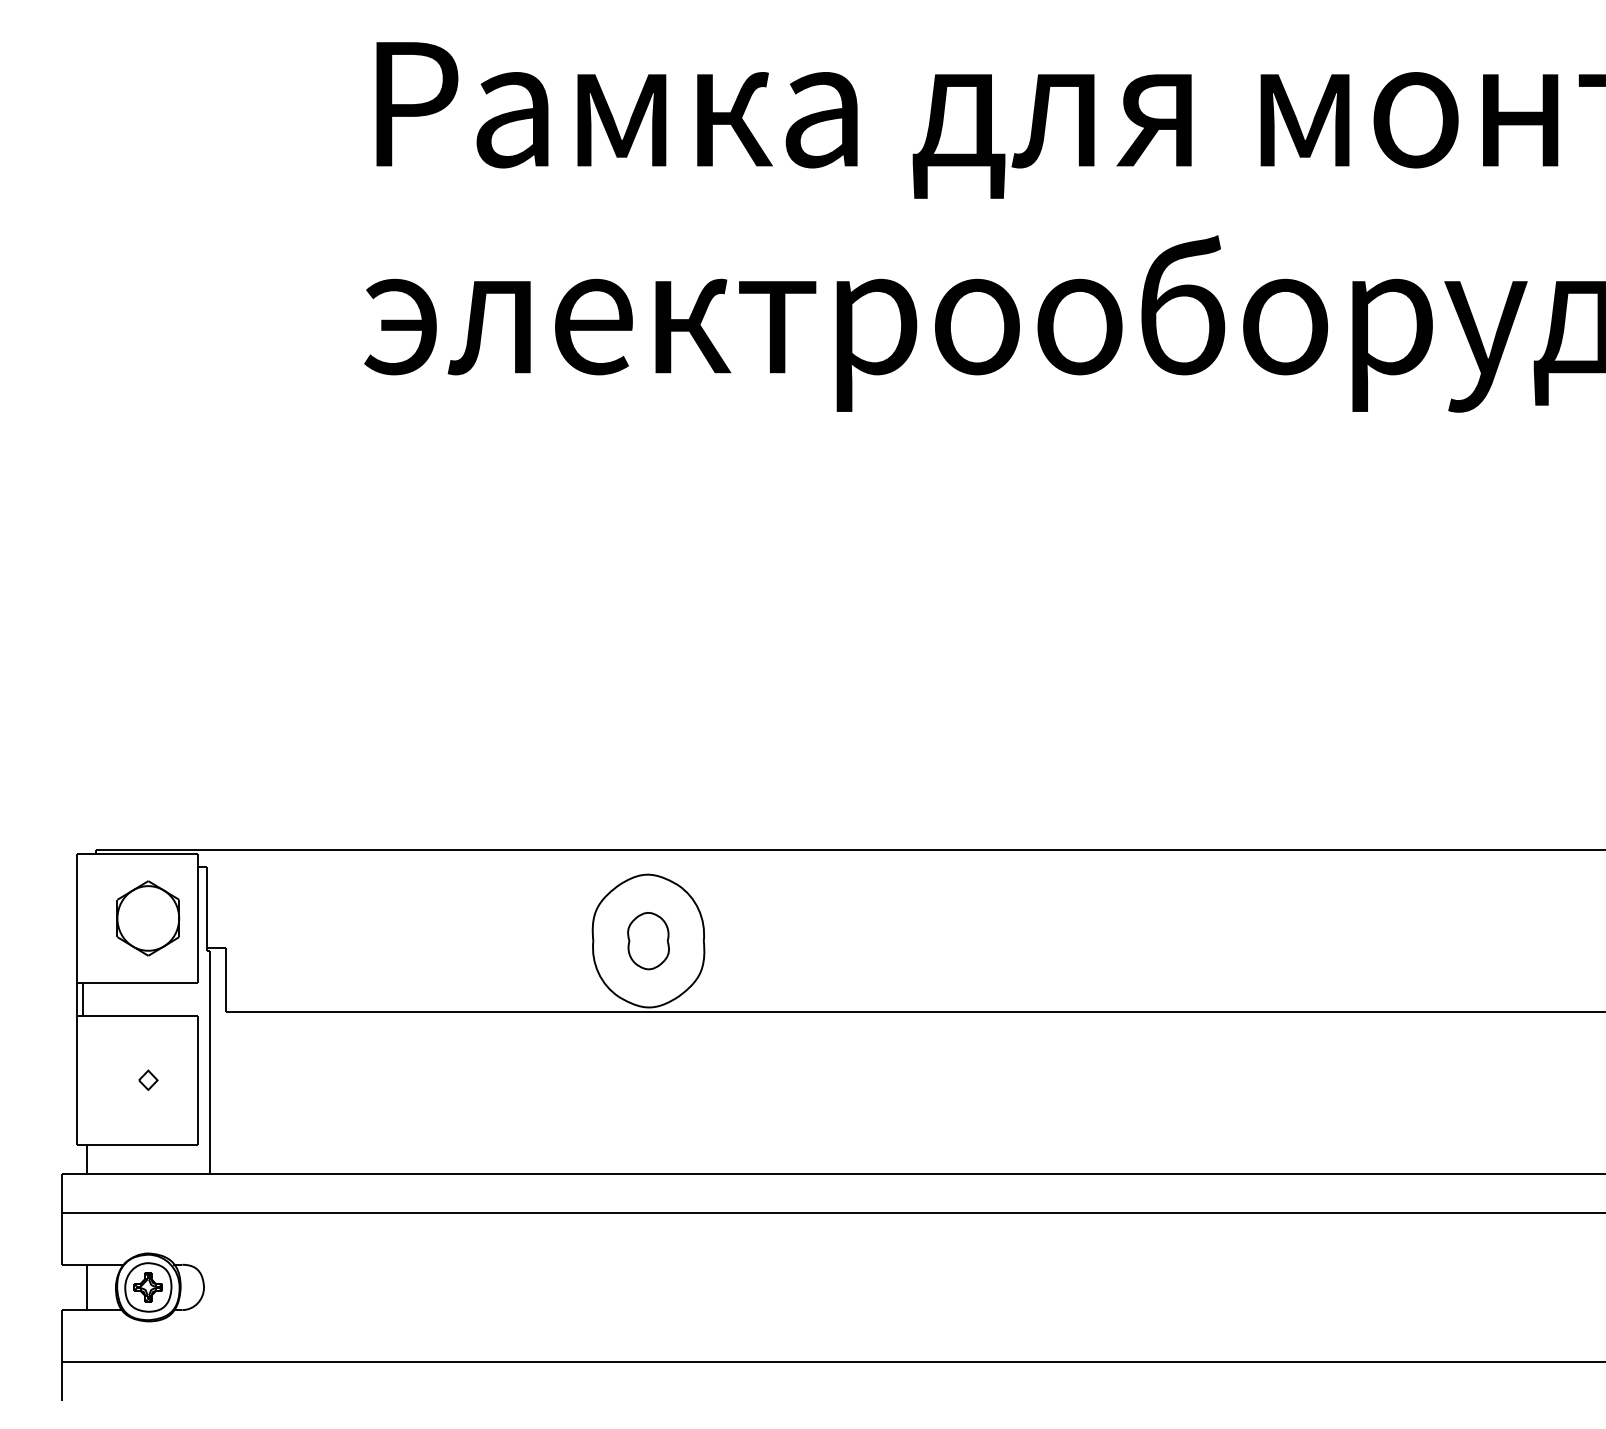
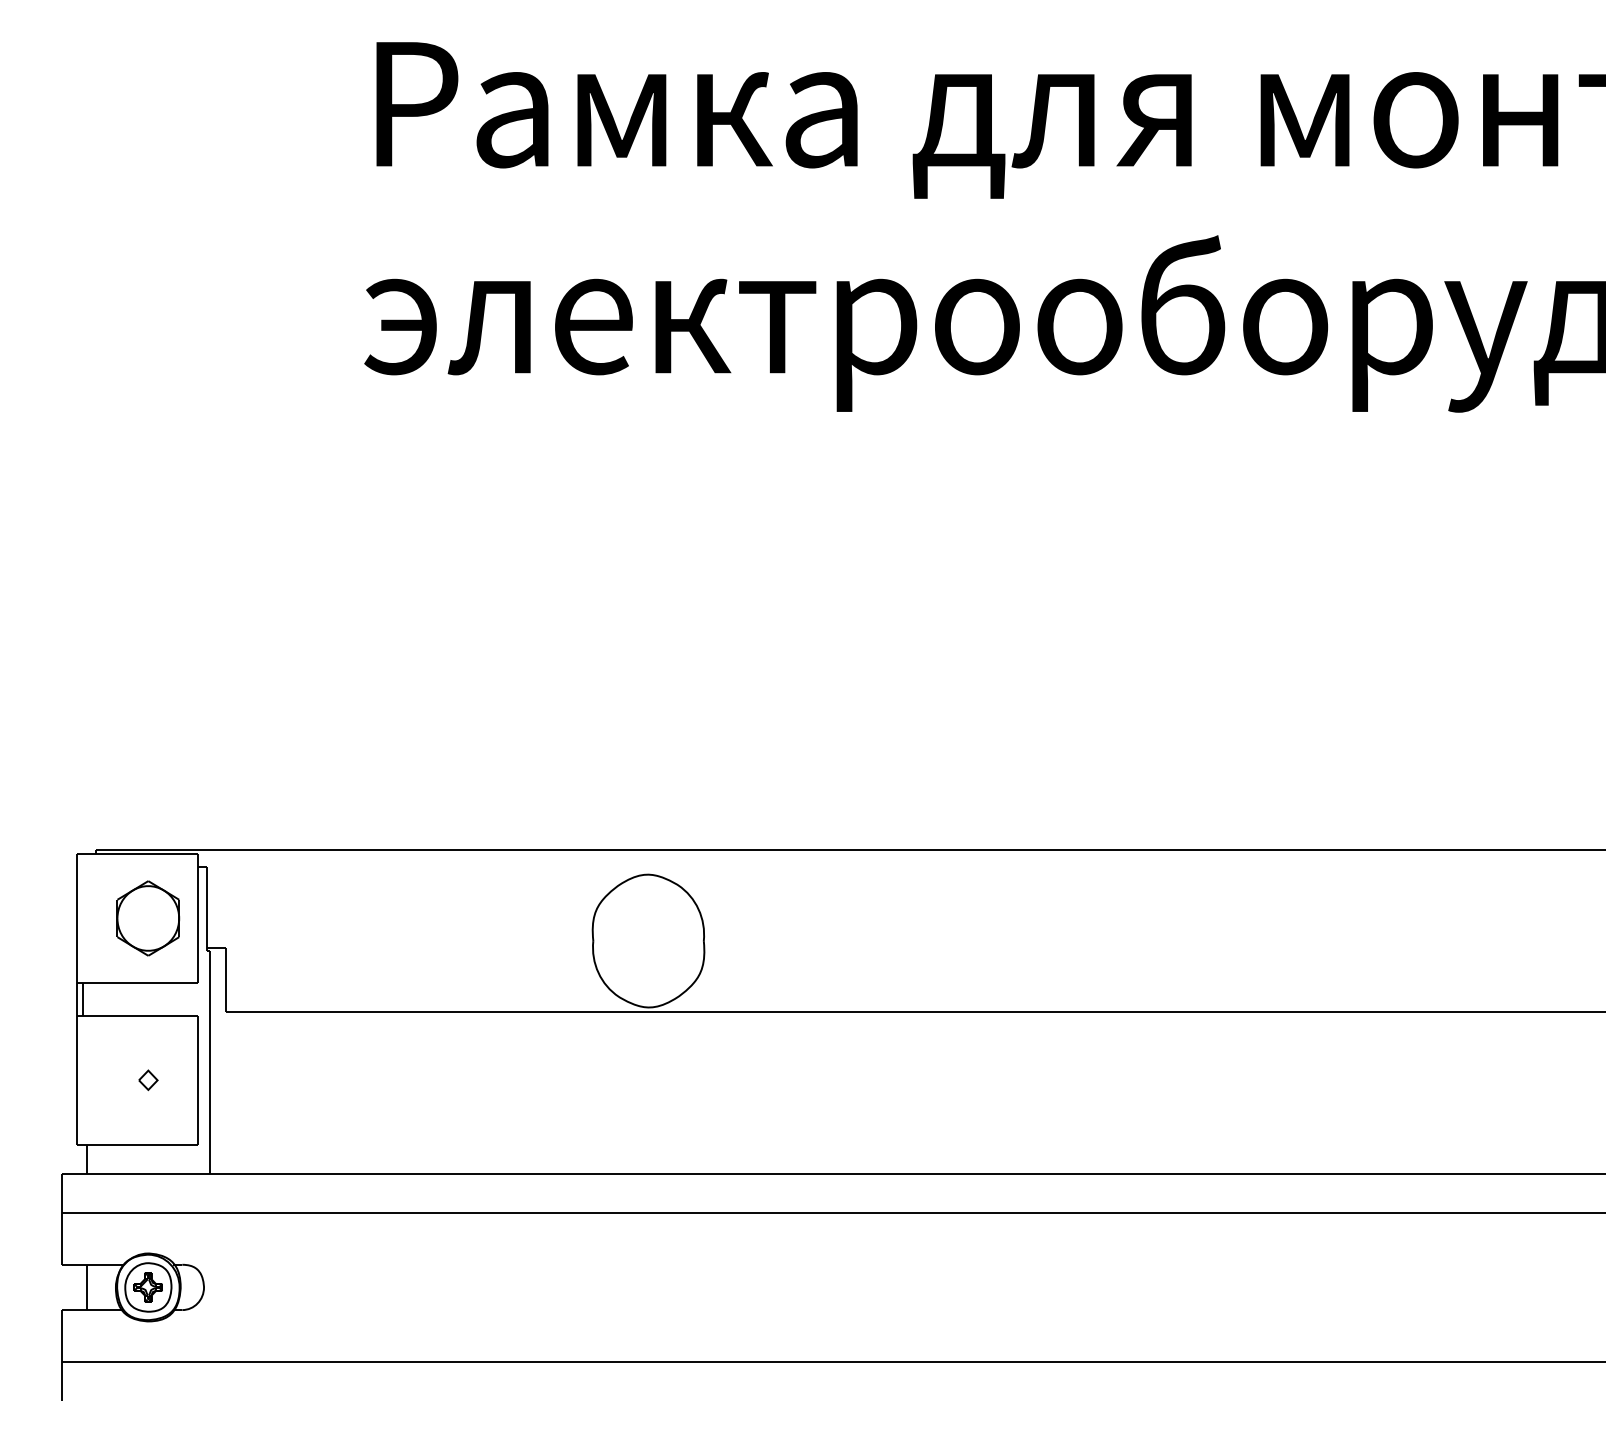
part at (648, 941): present -> none
